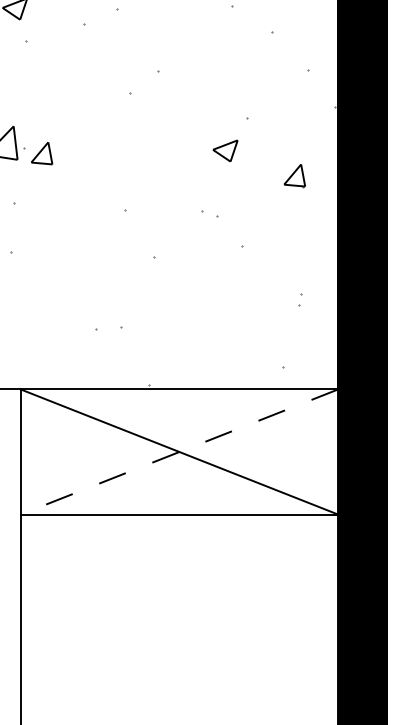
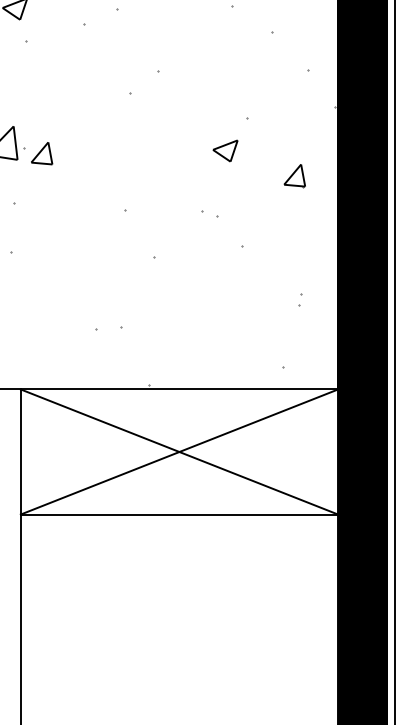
line at (394, 361): none -> present
line at (179, 452): dashed -> solid
